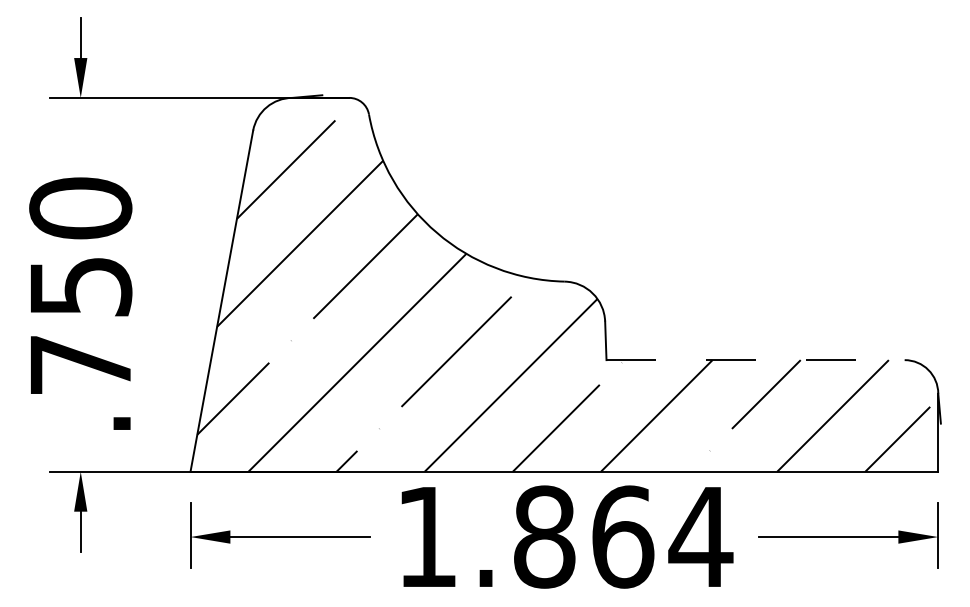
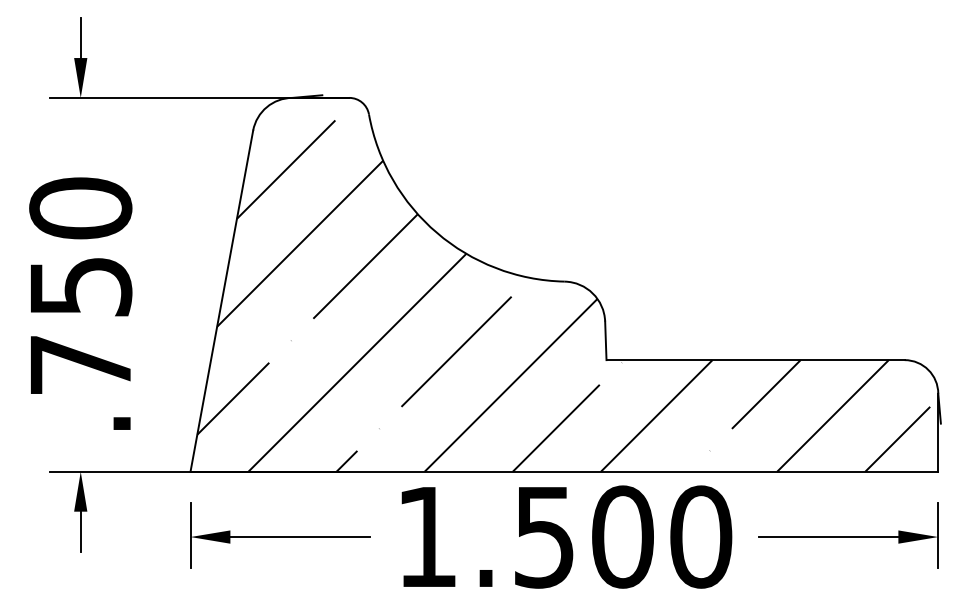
line at (756, 360): dashed -> solid
text at (623, 536): 1.864 -> 1.500
